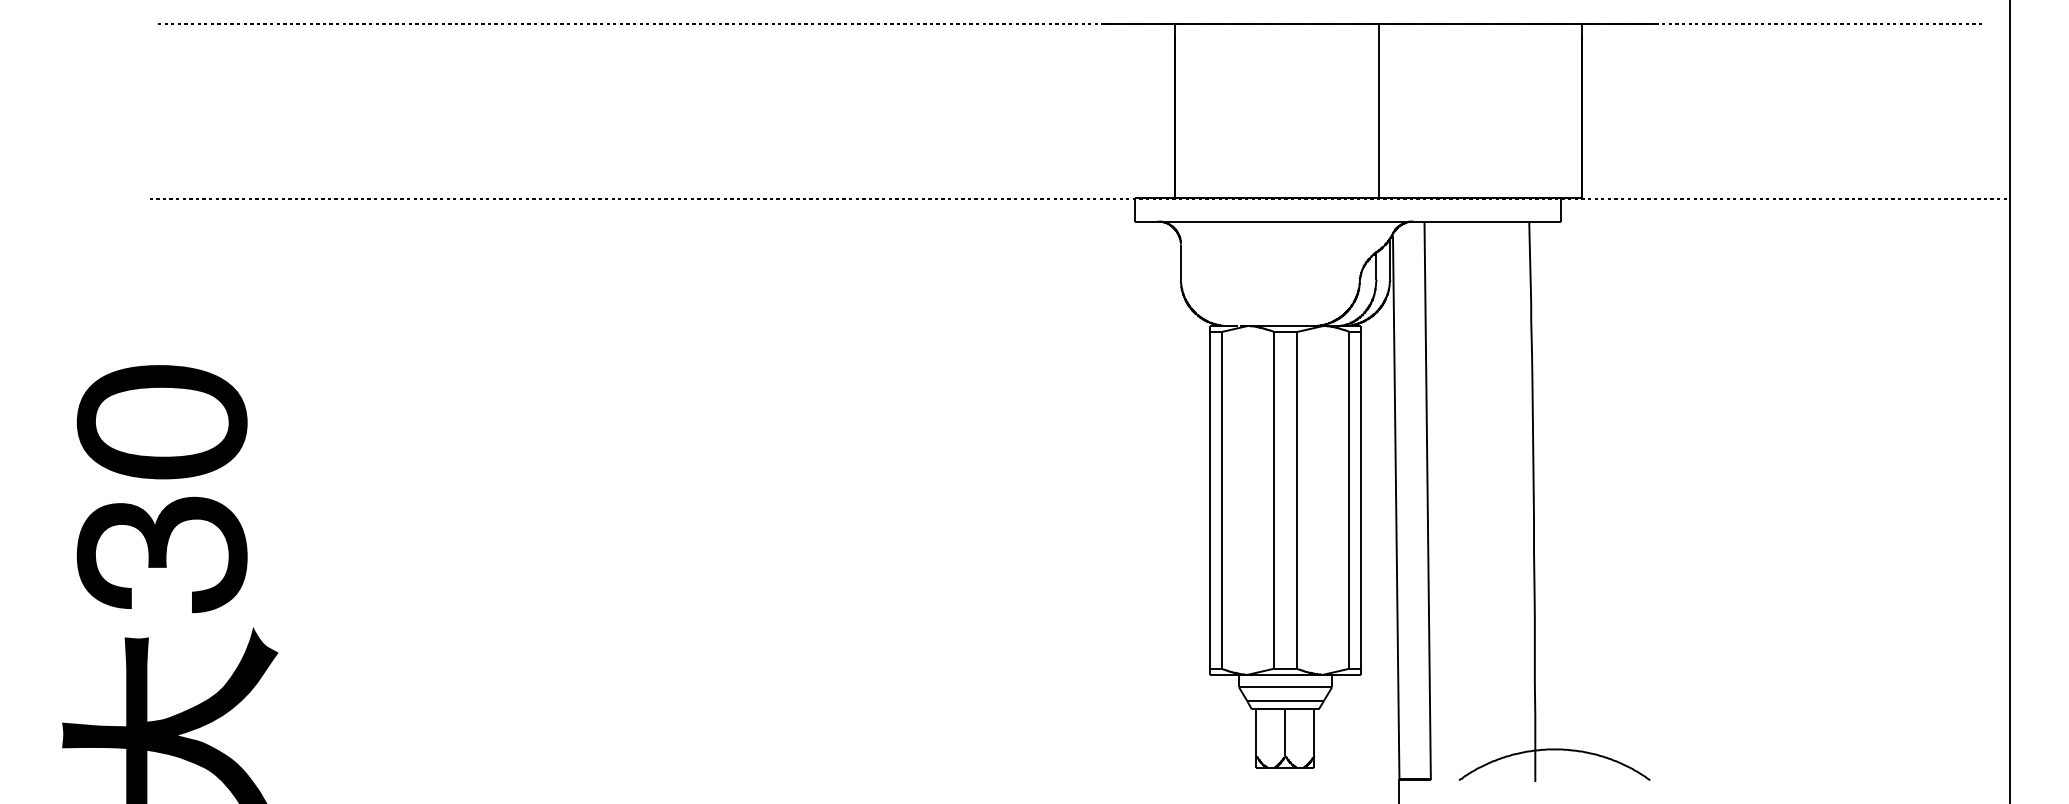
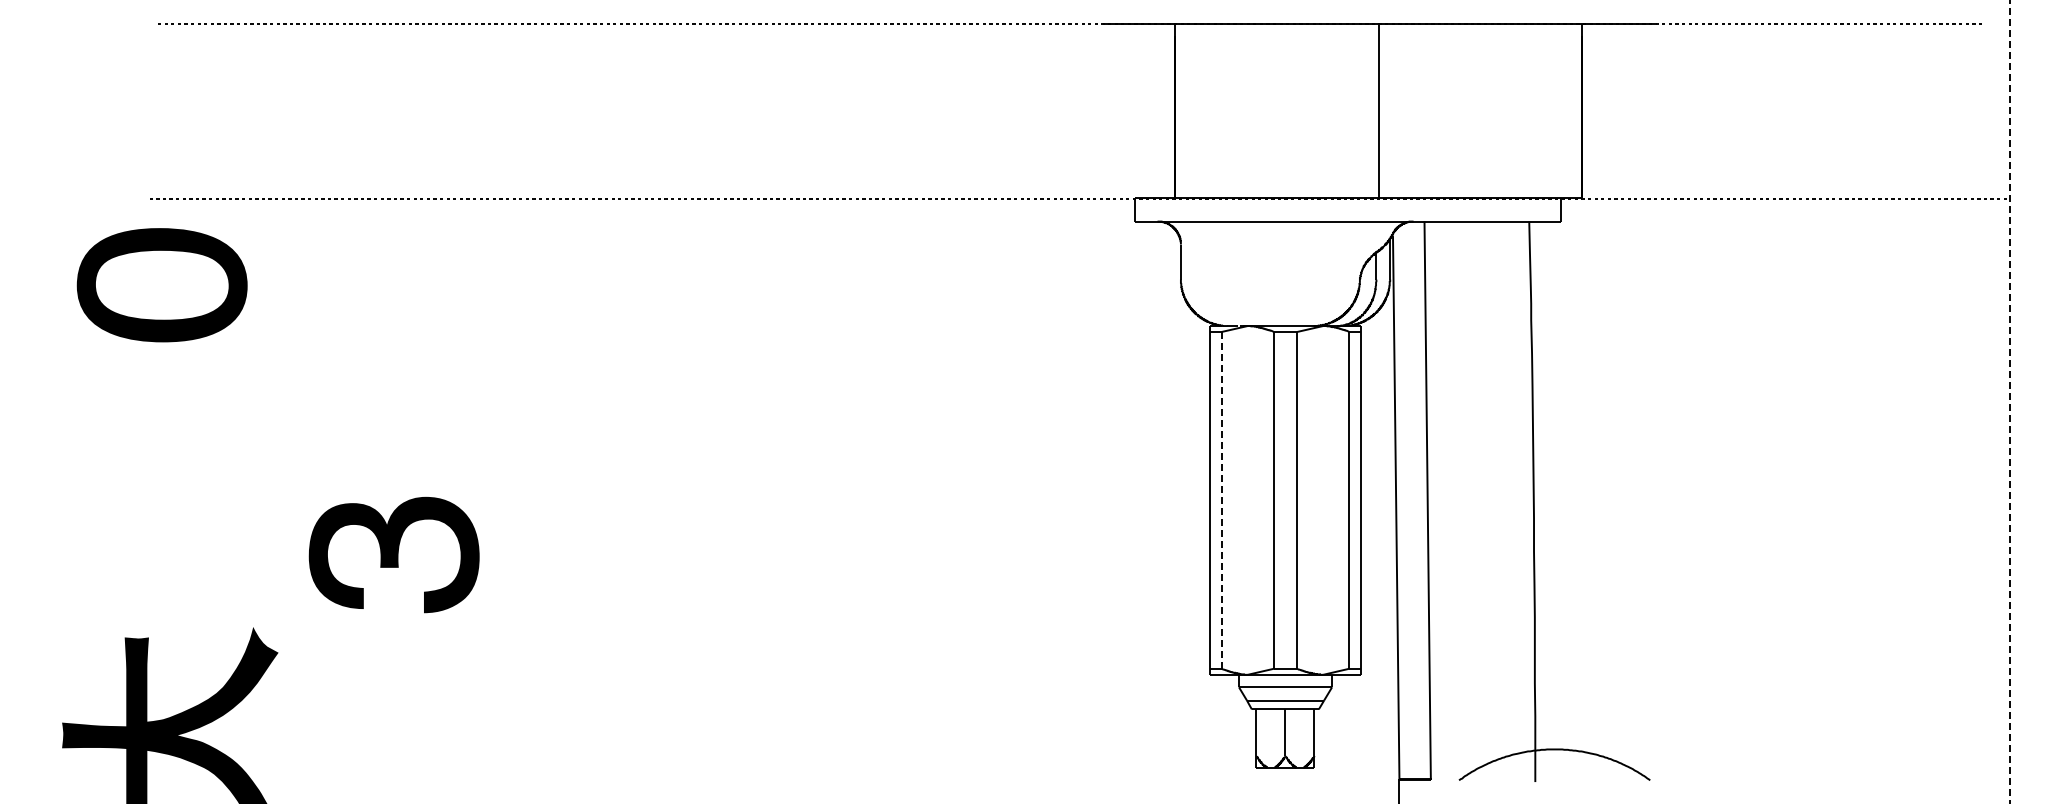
line at (2010, 401): solid -> dashed
part at (161, 422) position: (161, 422) -> (161, 285)
line at (1221, 499): solid -> dashed
part at (161, 554) position: (161, 554) -> (393, 554)
